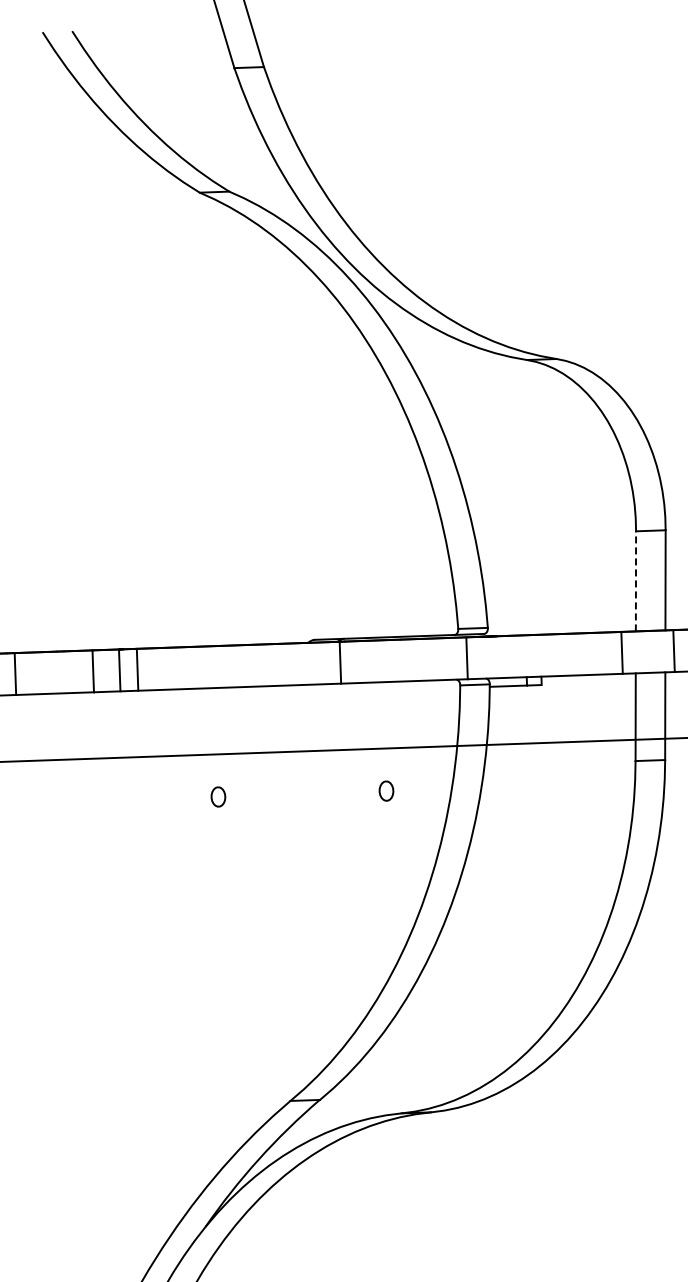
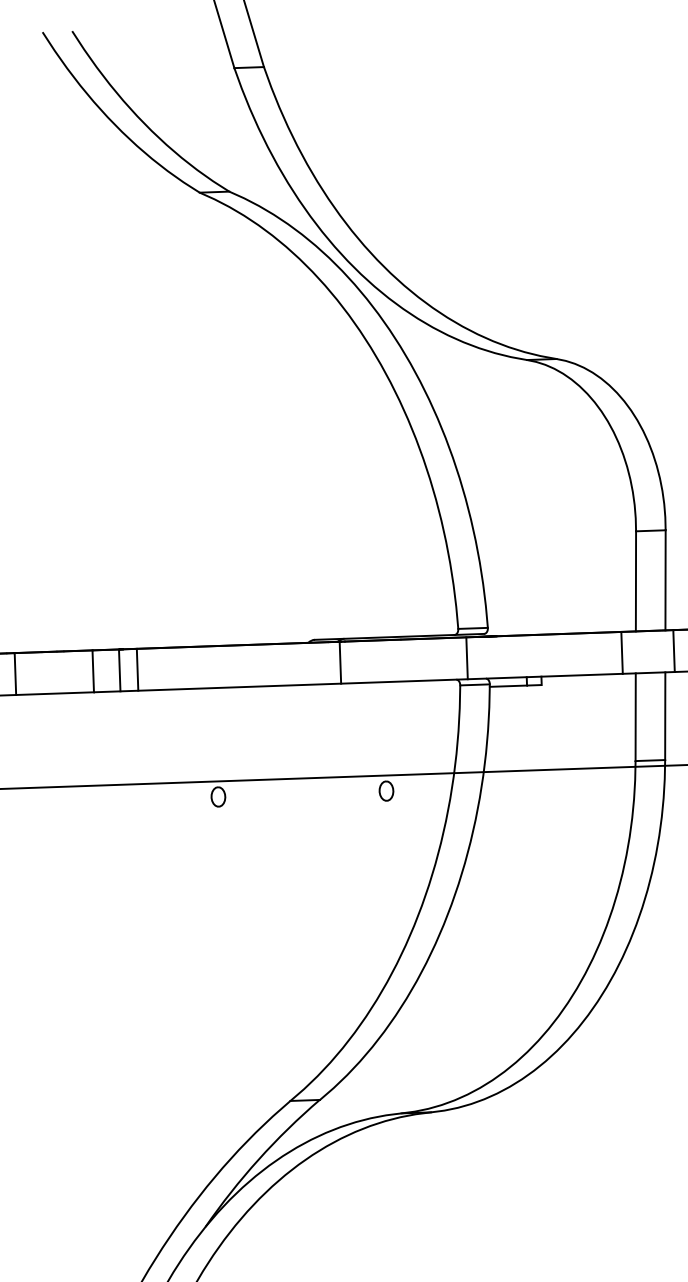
line at (635, 580): dashed -> solid
line at (343, 749) position: (343, 749) -> (343, 776)
